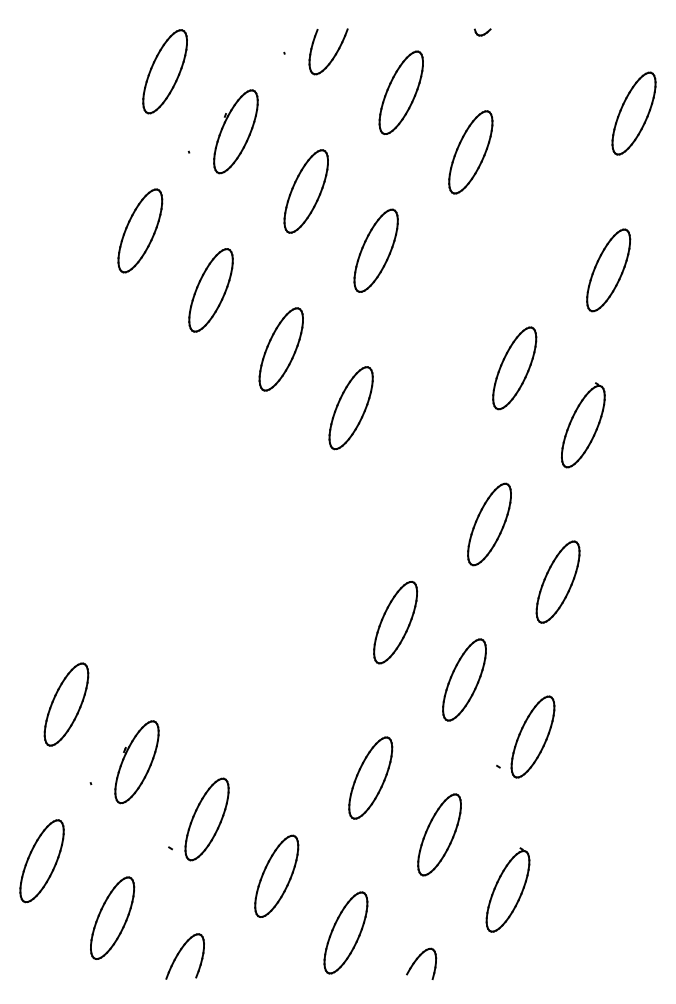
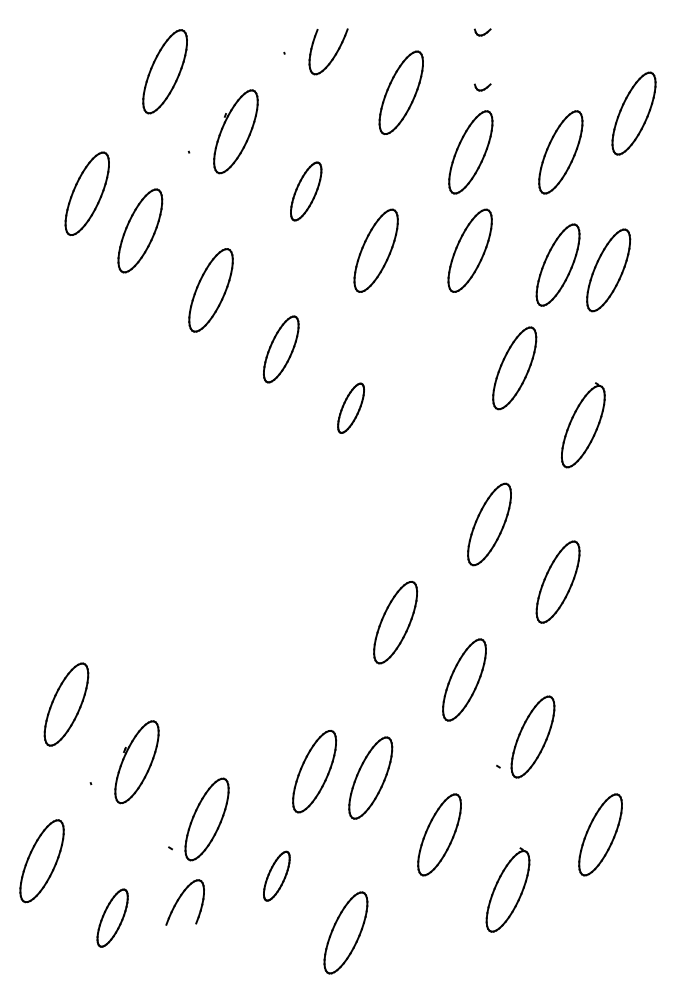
part at (482, 87): none -> present
part at (560, 152): none -> present
part at (305, 191) size: 46x85 px -> 33x61 px
part at (86, 193): none -> present
part at (469, 250): none -> present
part at (557, 264): none -> present
part at (280, 349) size: 46x85 px -> 38x69 px
part at (350, 408) size: 46x85 px -> 28x52 px
part at (314, 771): none -> present
part at (600, 834): none -> present
part at (276, 875) size: 46x84 px -> 28x52 px
part at (112, 917) size: 46x84 px -> 33x60 px
part at (184, 956) position: (184, 956) -> (184, 902)
part at (421, 963): present -> none
